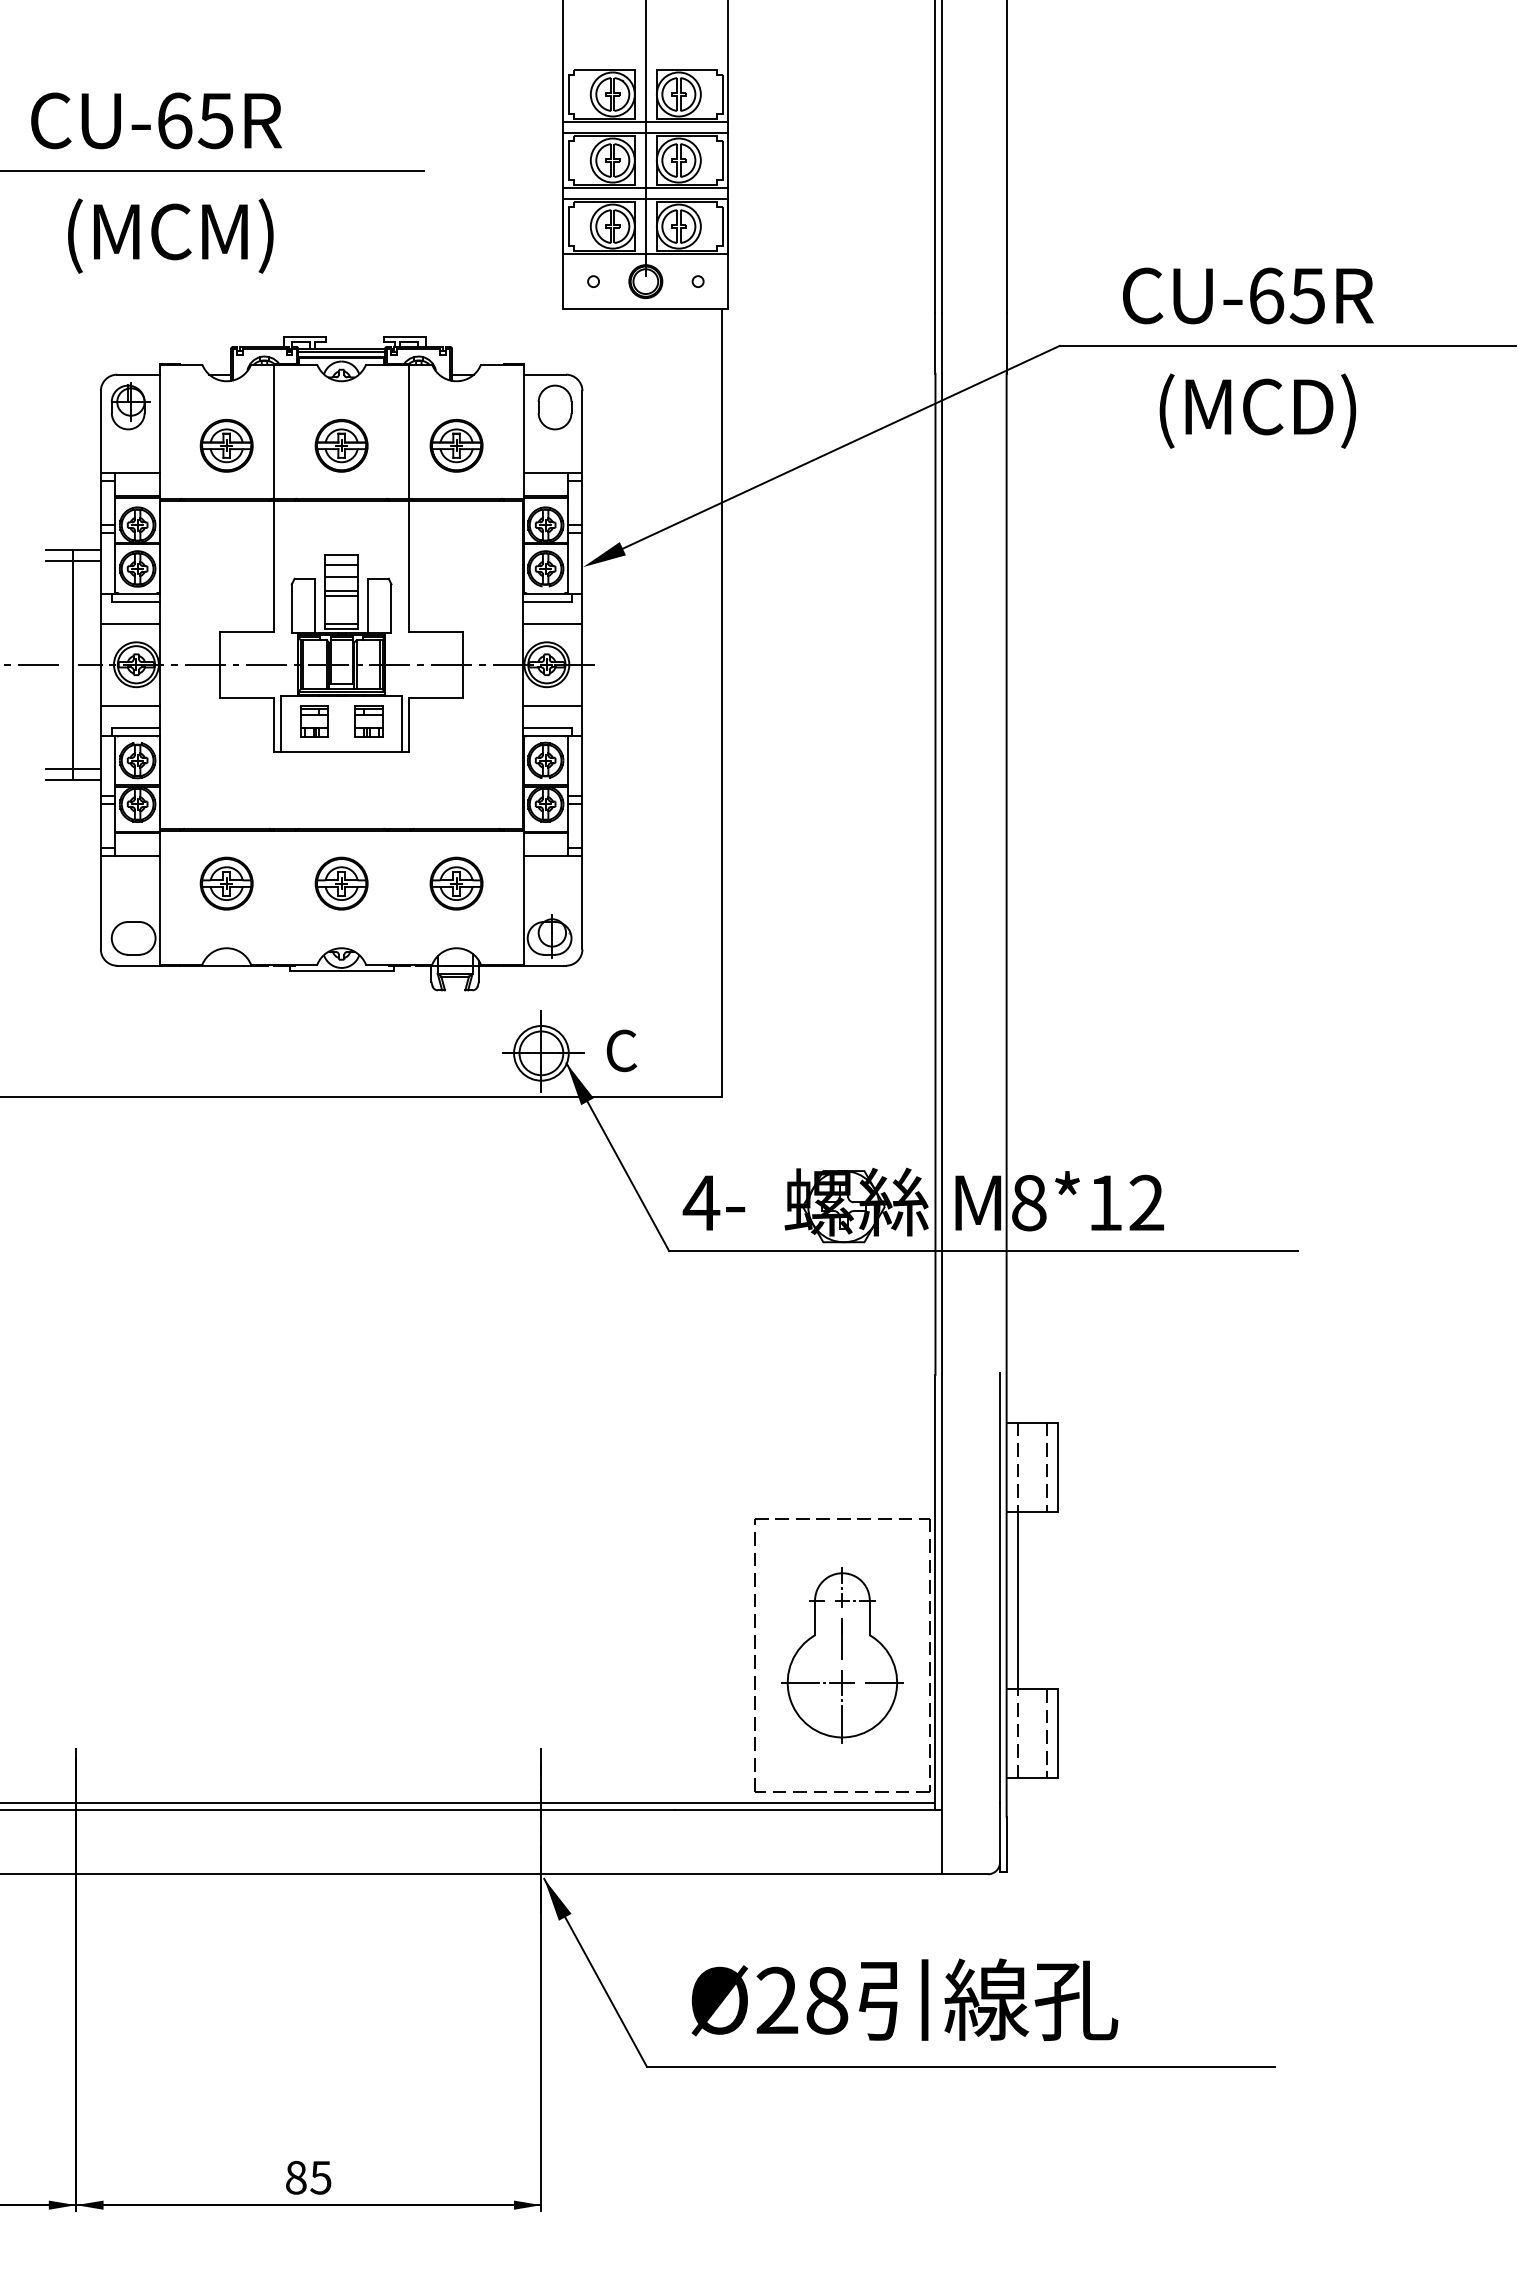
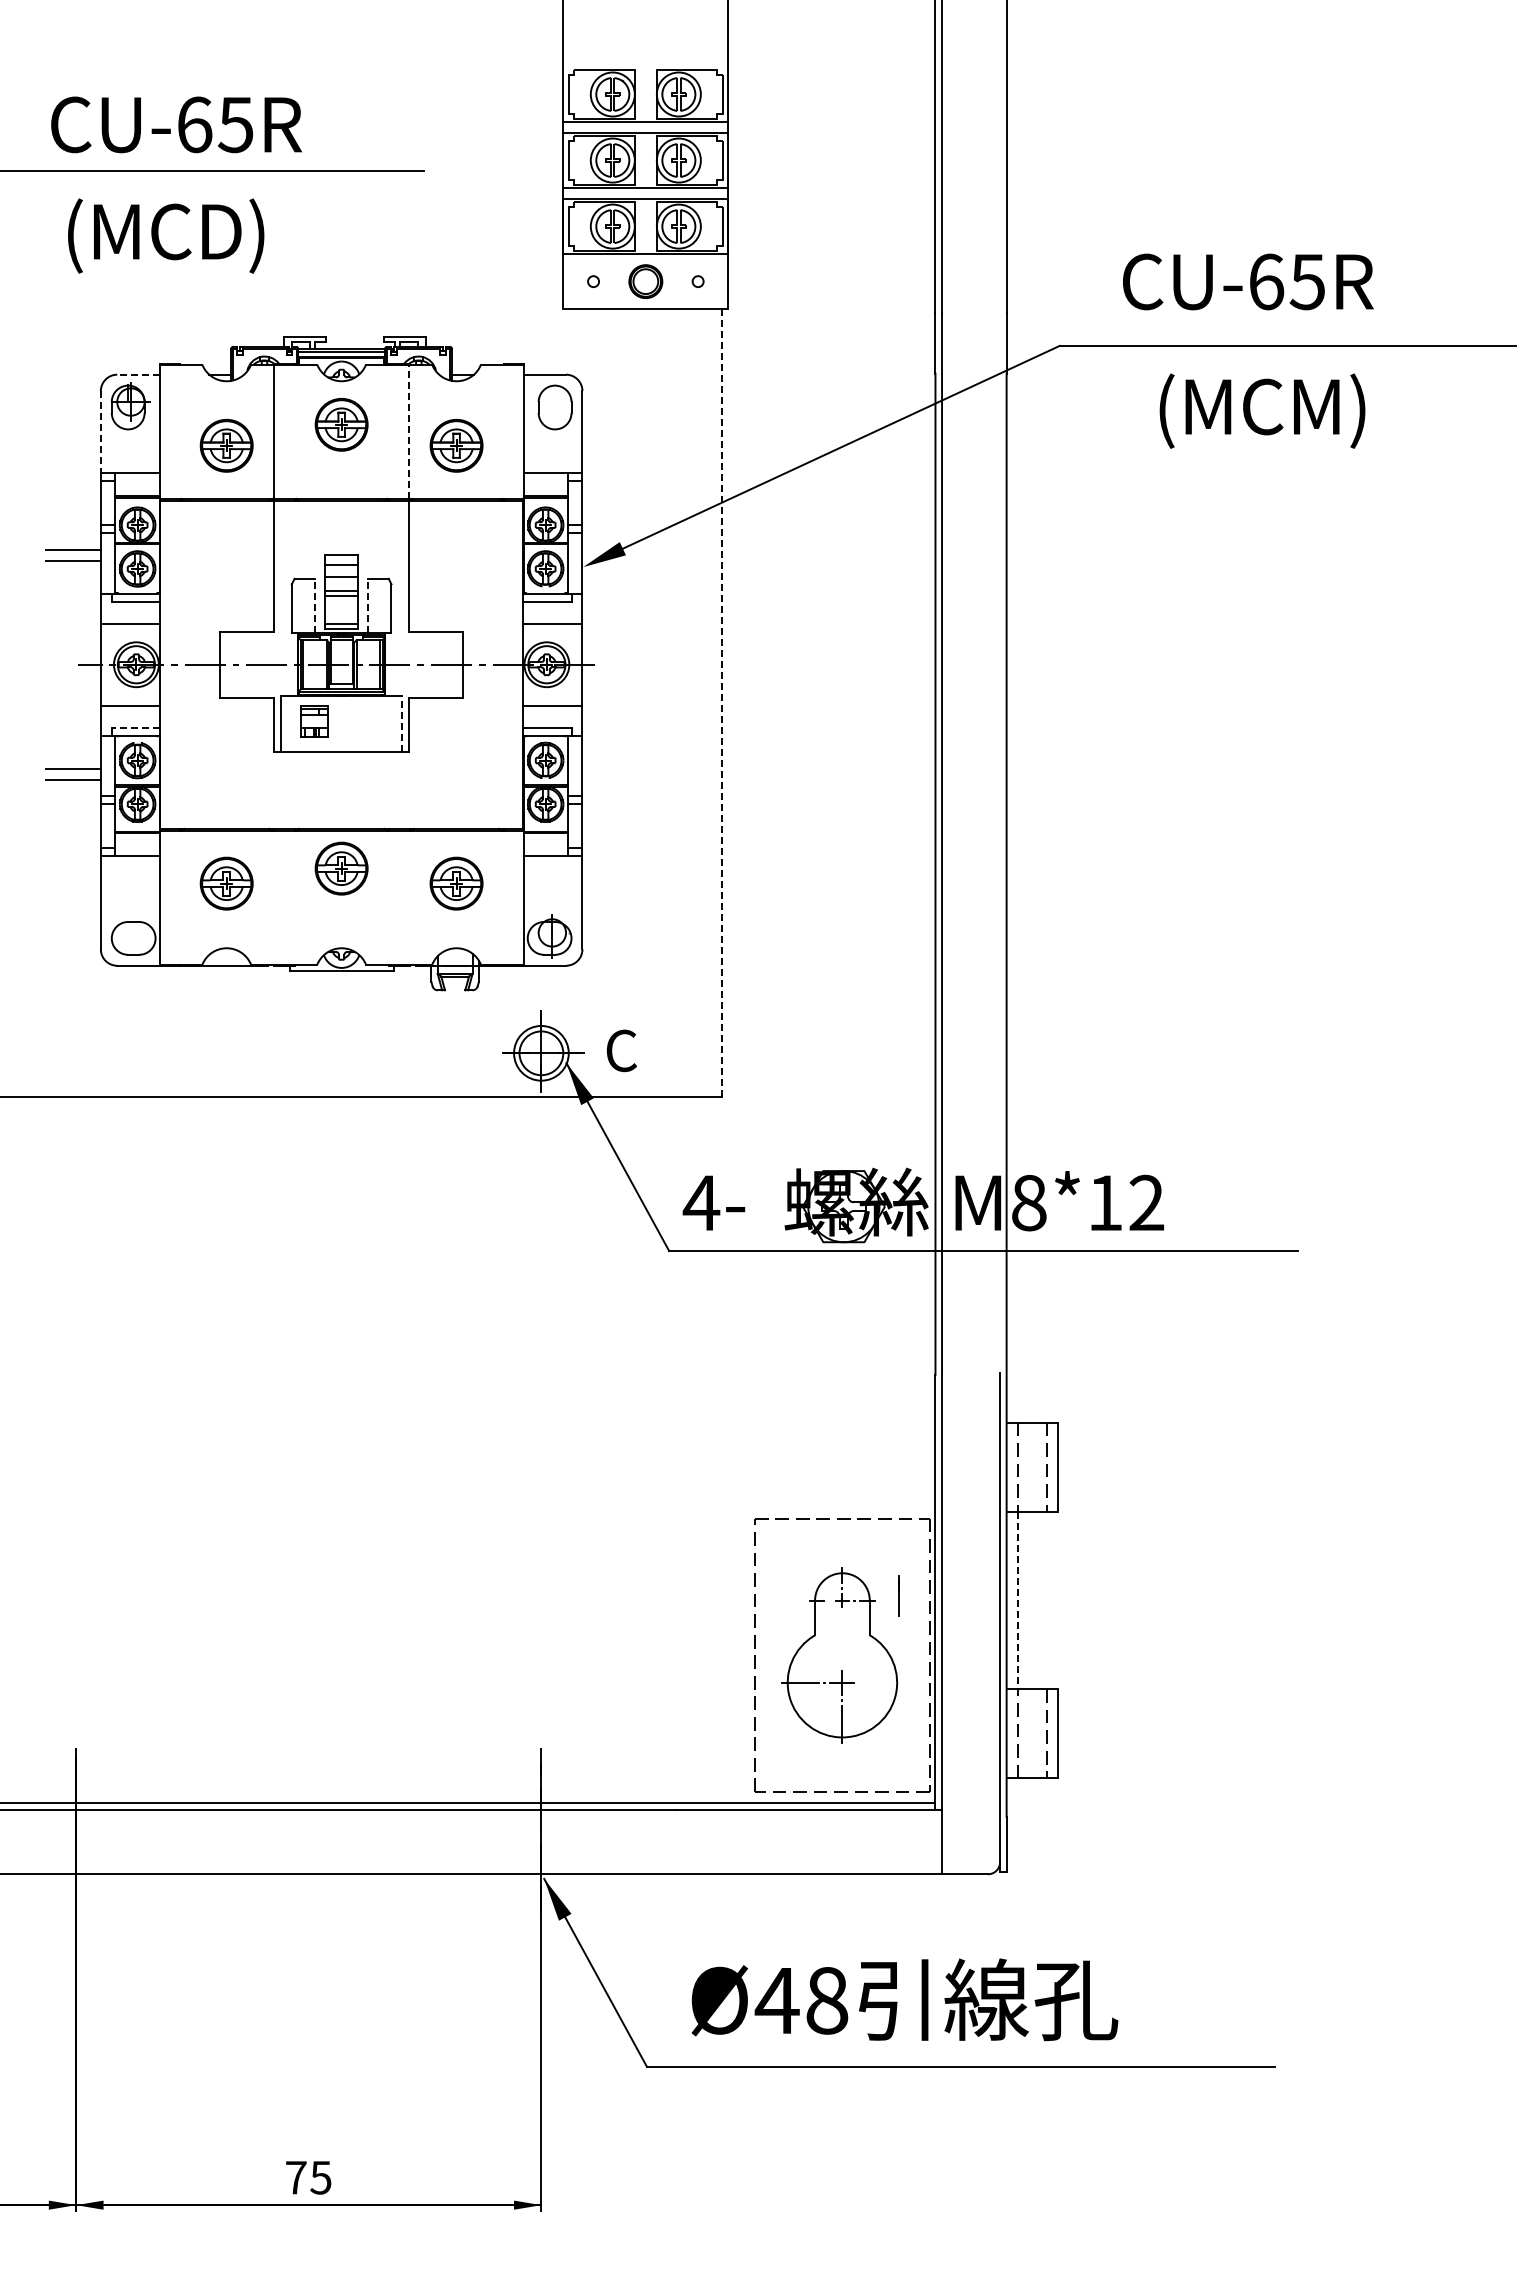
text at (156, 120) position: (156, 120) -> (176, 124)
line at (645, 138): present -> none
text at (240, 235): (MCM) -> (MCD)
text at (1248, 295) position: (1248, 295) -> (1248, 281)
line at (138, 374): solid -> dashed
text at (1332, 410): (MCD) -> (MCM)
line at (409, 431): solid -> dashed
line at (100, 432): solid -> dashed
part at (341, 445) position: (341, 445) -> (341, 424)
line at (315, 605): solid -> dashed
line at (367, 605): solid -> dashed
line at (30, 664): present -> none
line at (73, 664): present -> none
line at (722, 702): solid -> dashed
part at (368, 721): present -> none
line at (402, 723): solid -> dashed
line at (135, 727): solid -> dashed
part at (341, 883) position: (341, 883) -> (341, 868)
line at (1017, 1600): solid -> dashed
line at (841, 1638) position: (841, 1638) -> (898, 1595)
line at (883, 1682): present -> none
text at (776, 1999): Ø28 -> Ø48
text at (296, 2177): 85 -> 75
